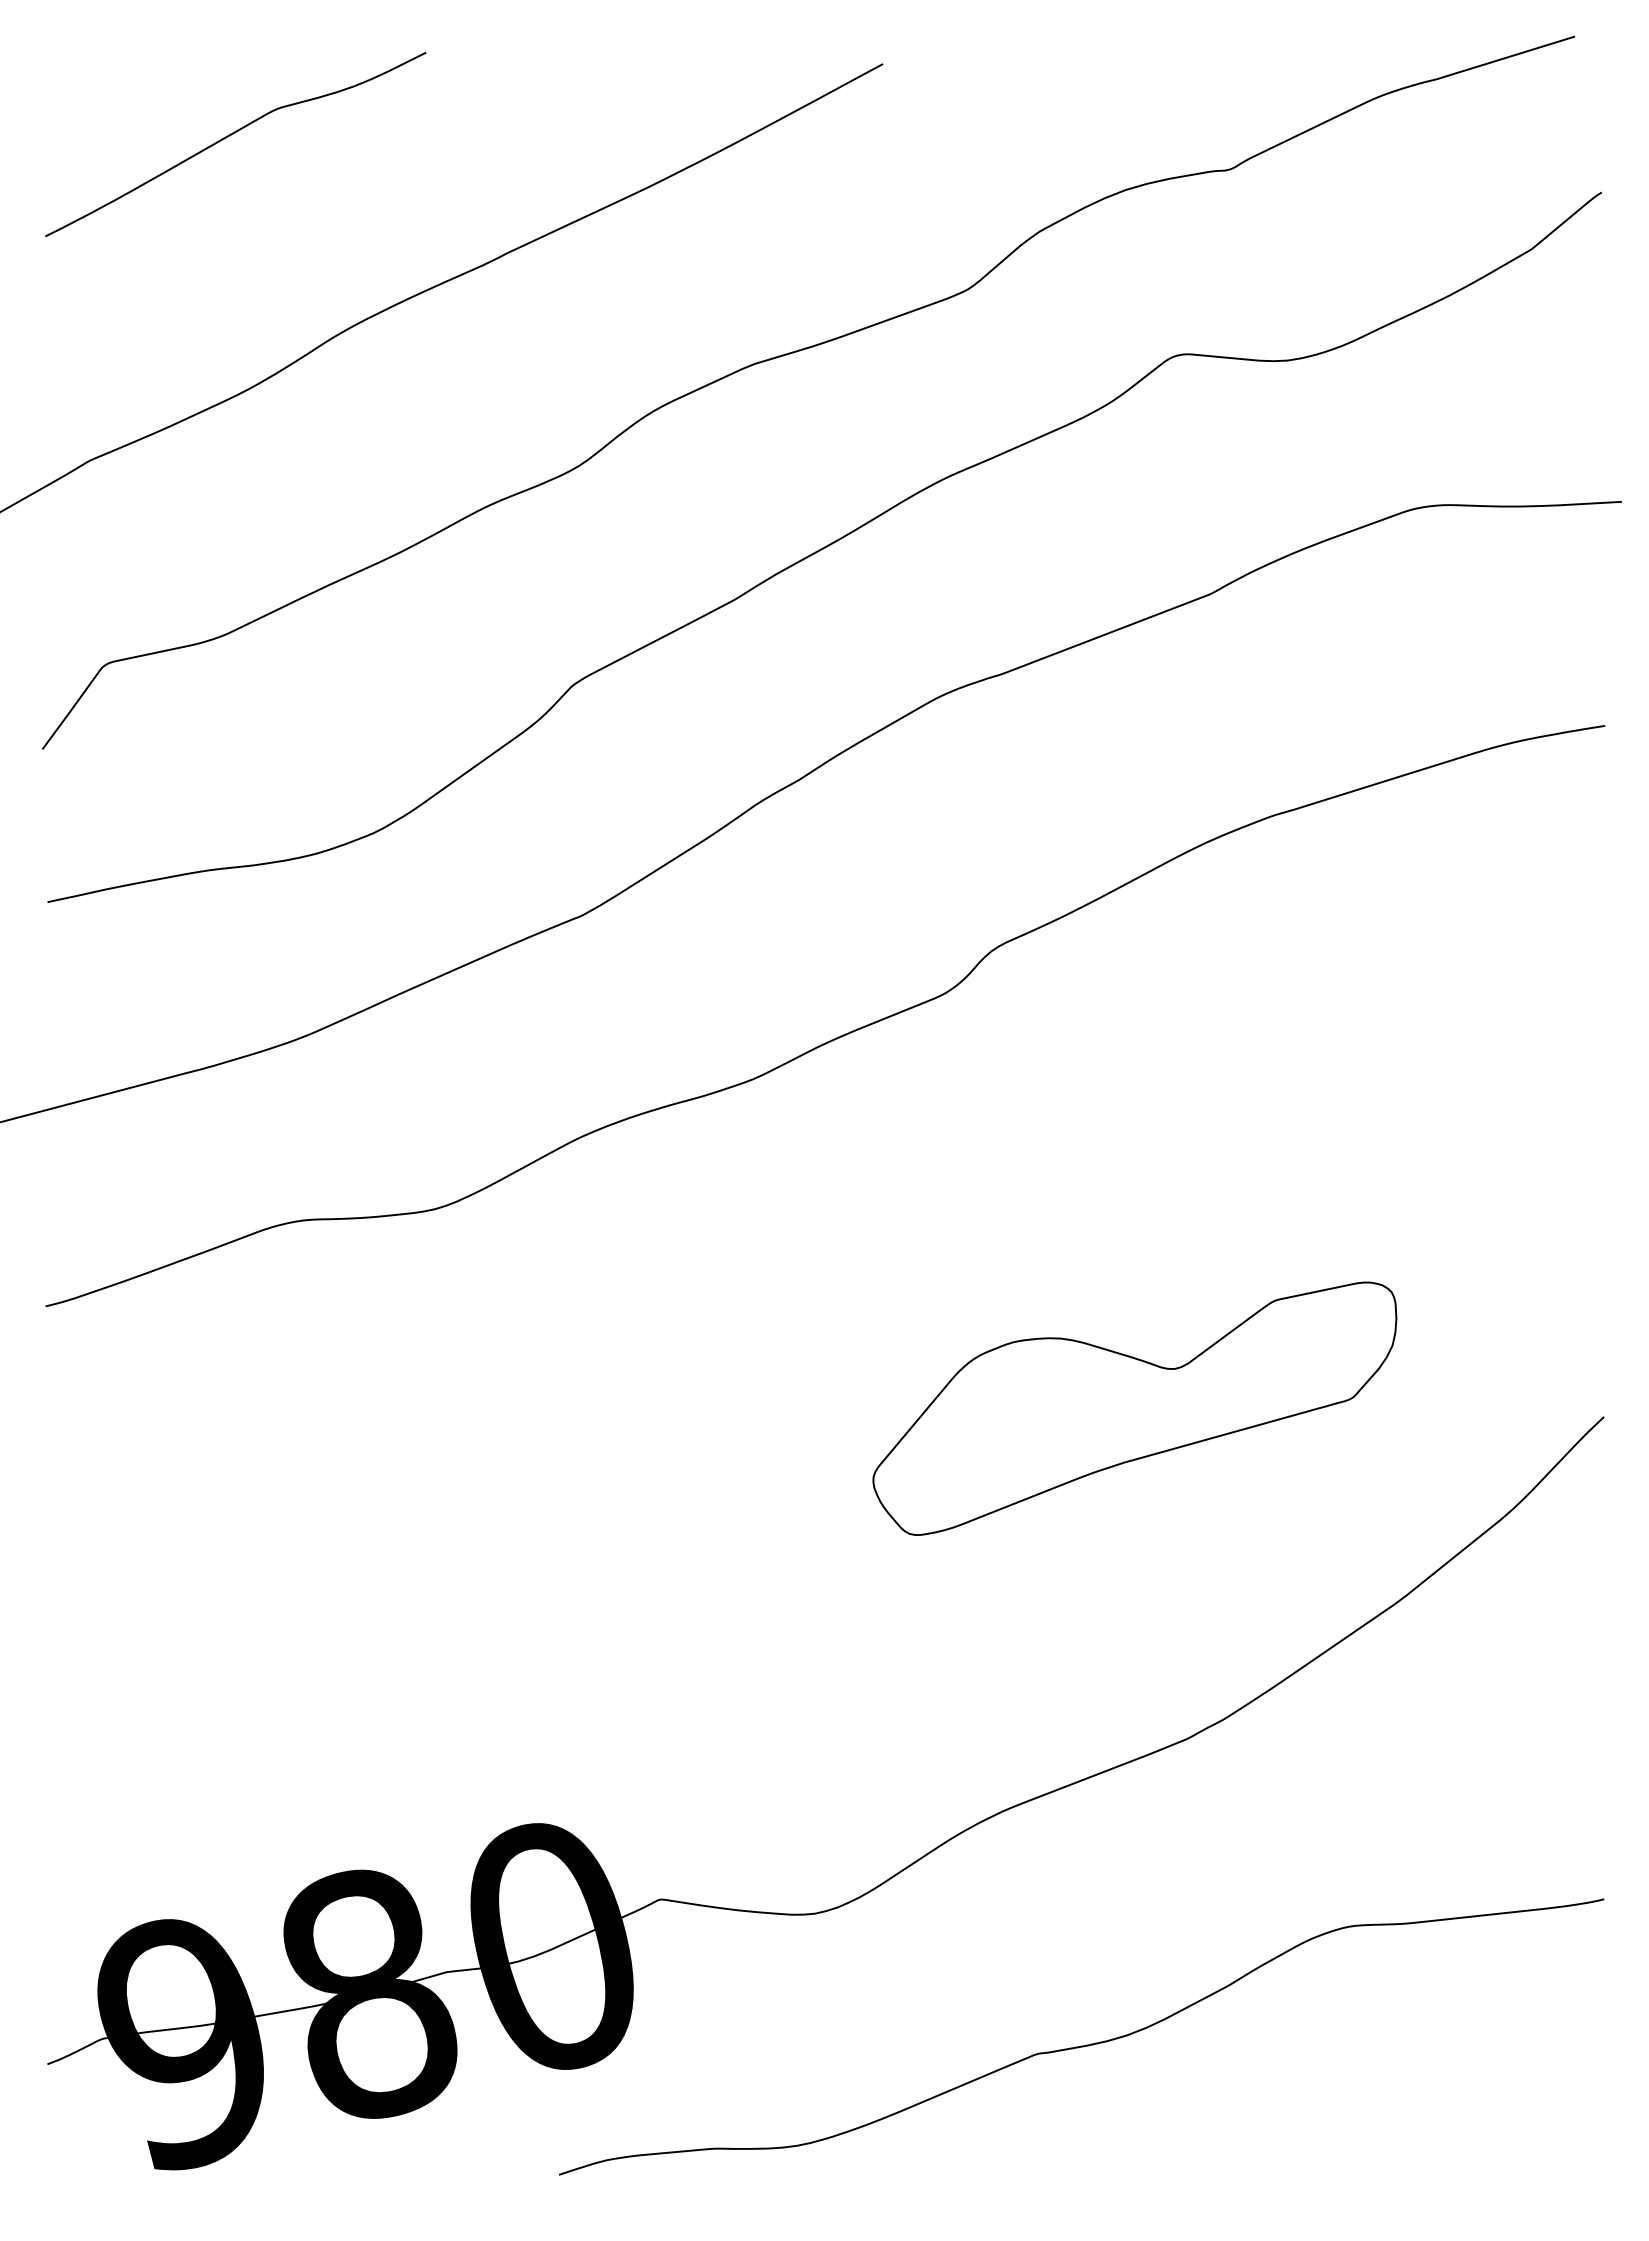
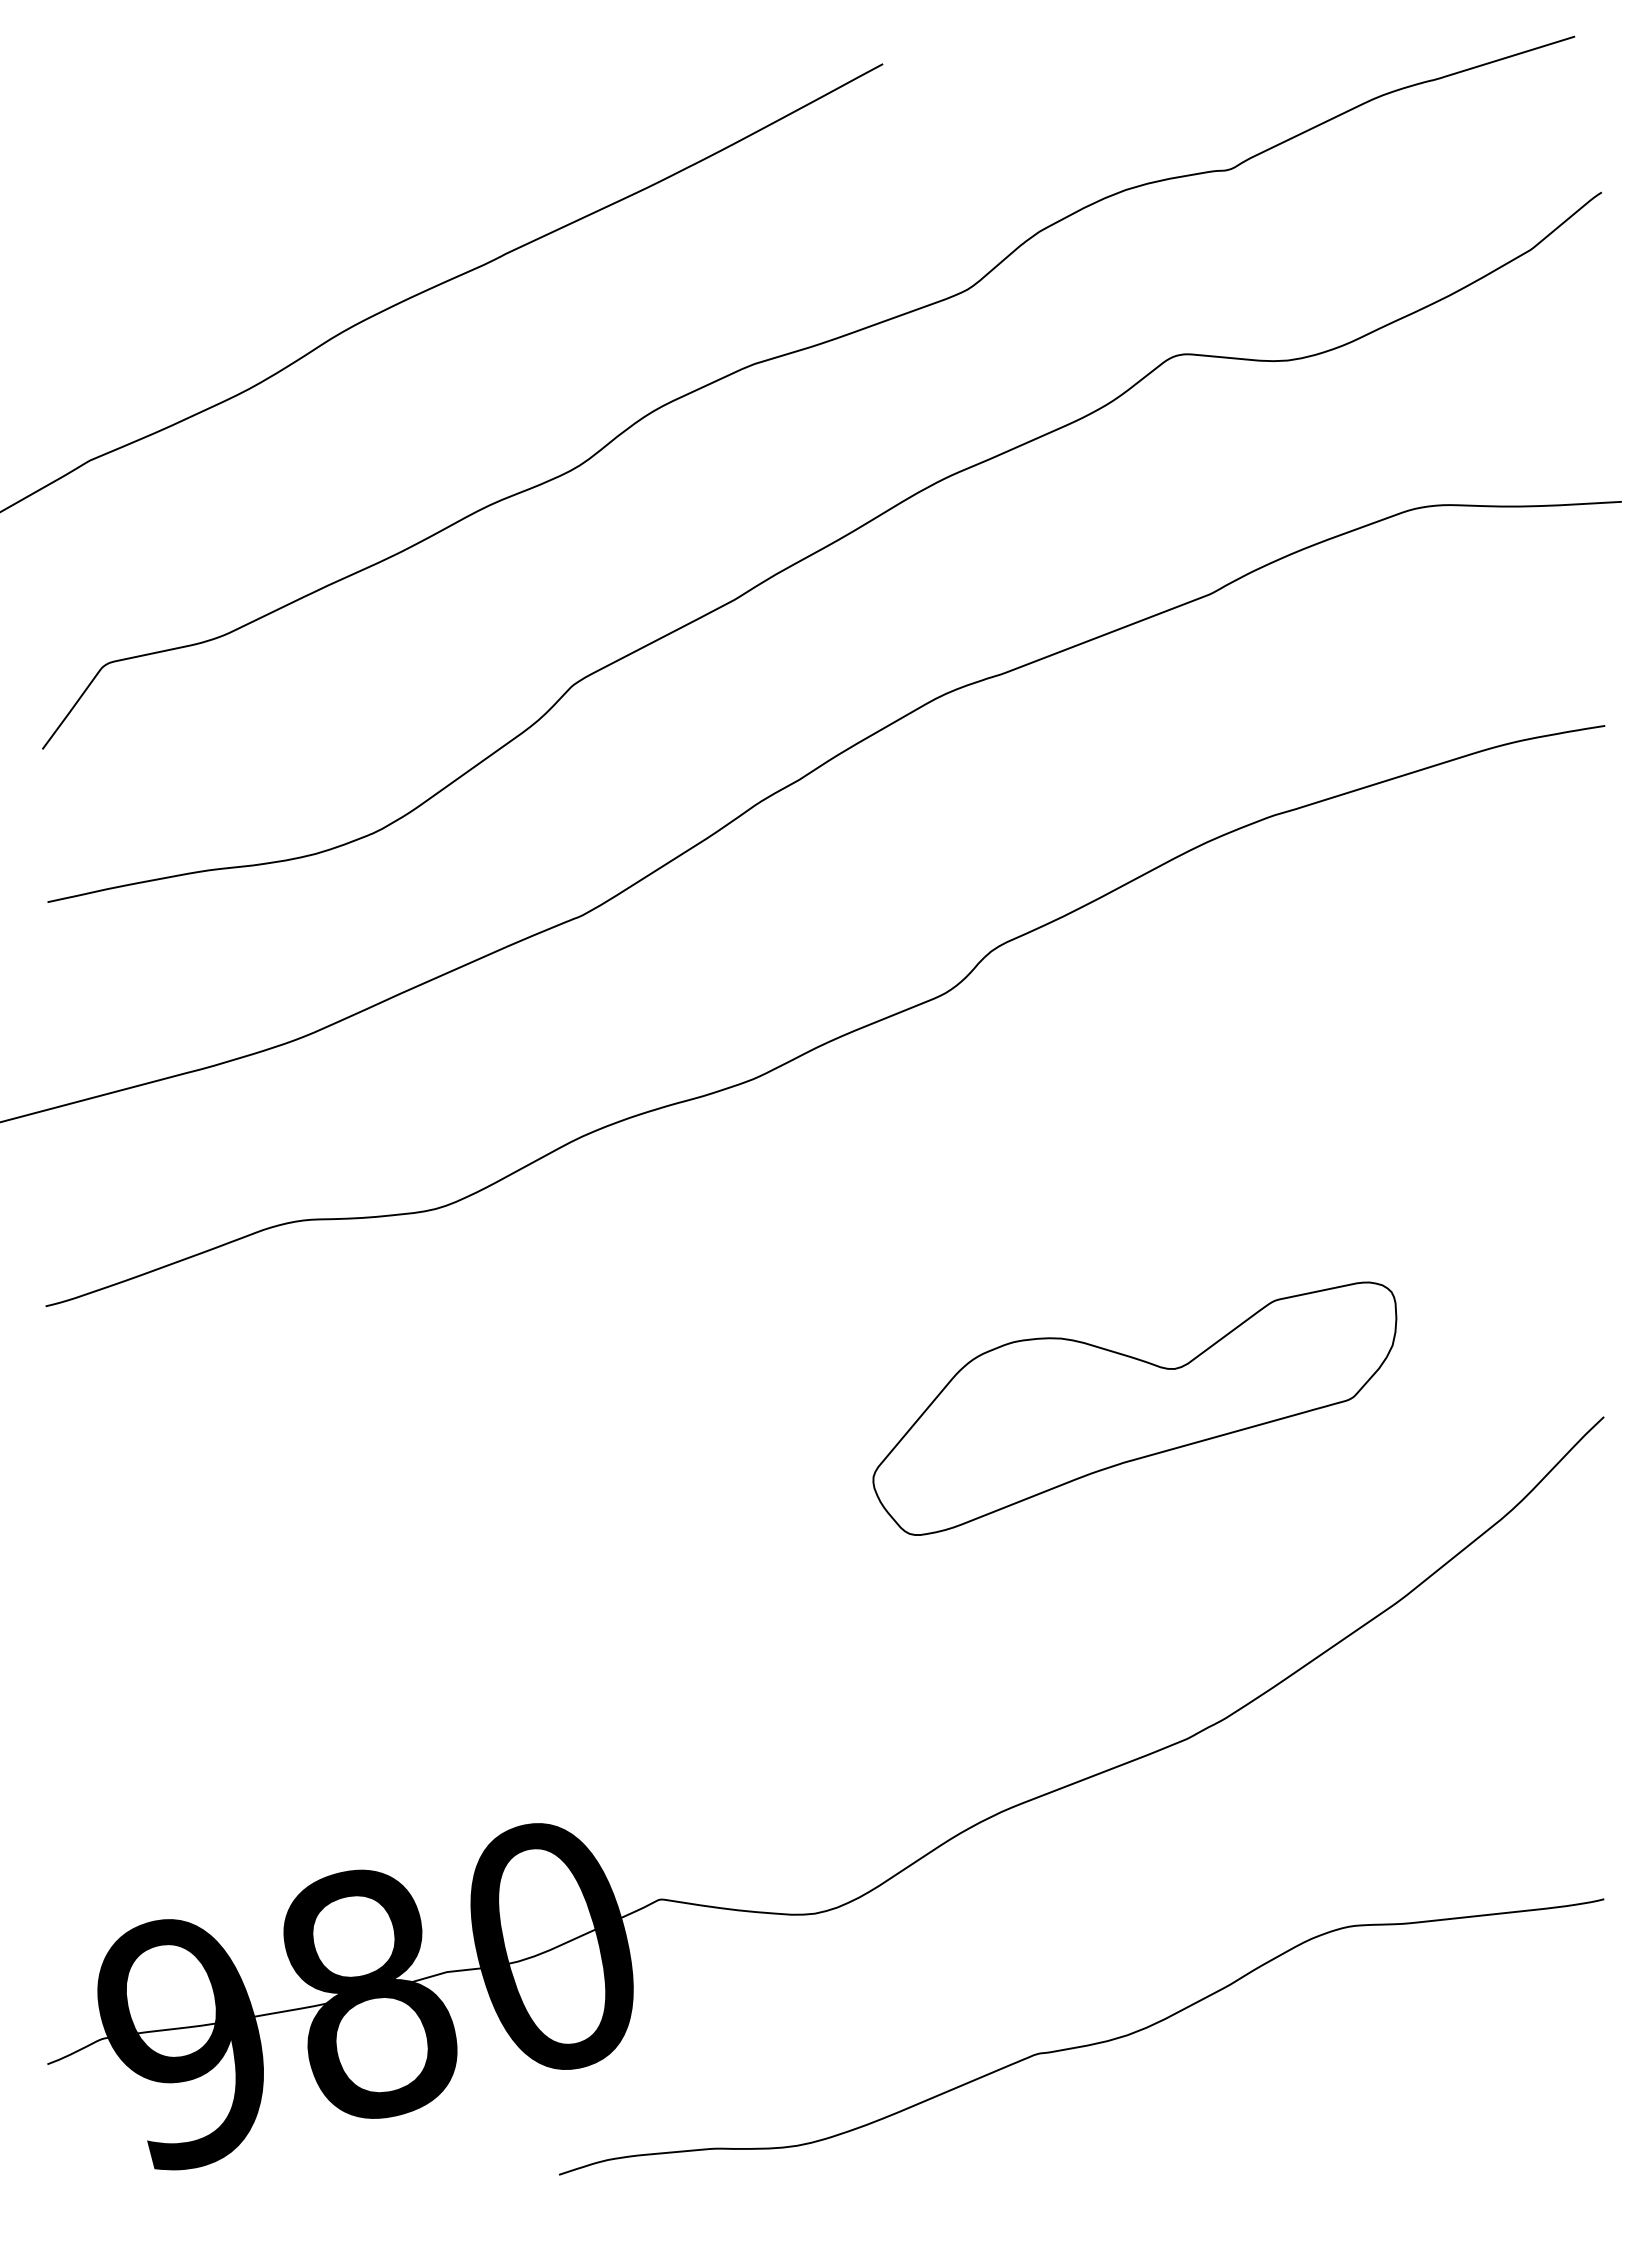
curve at (231, 135): present -> none
